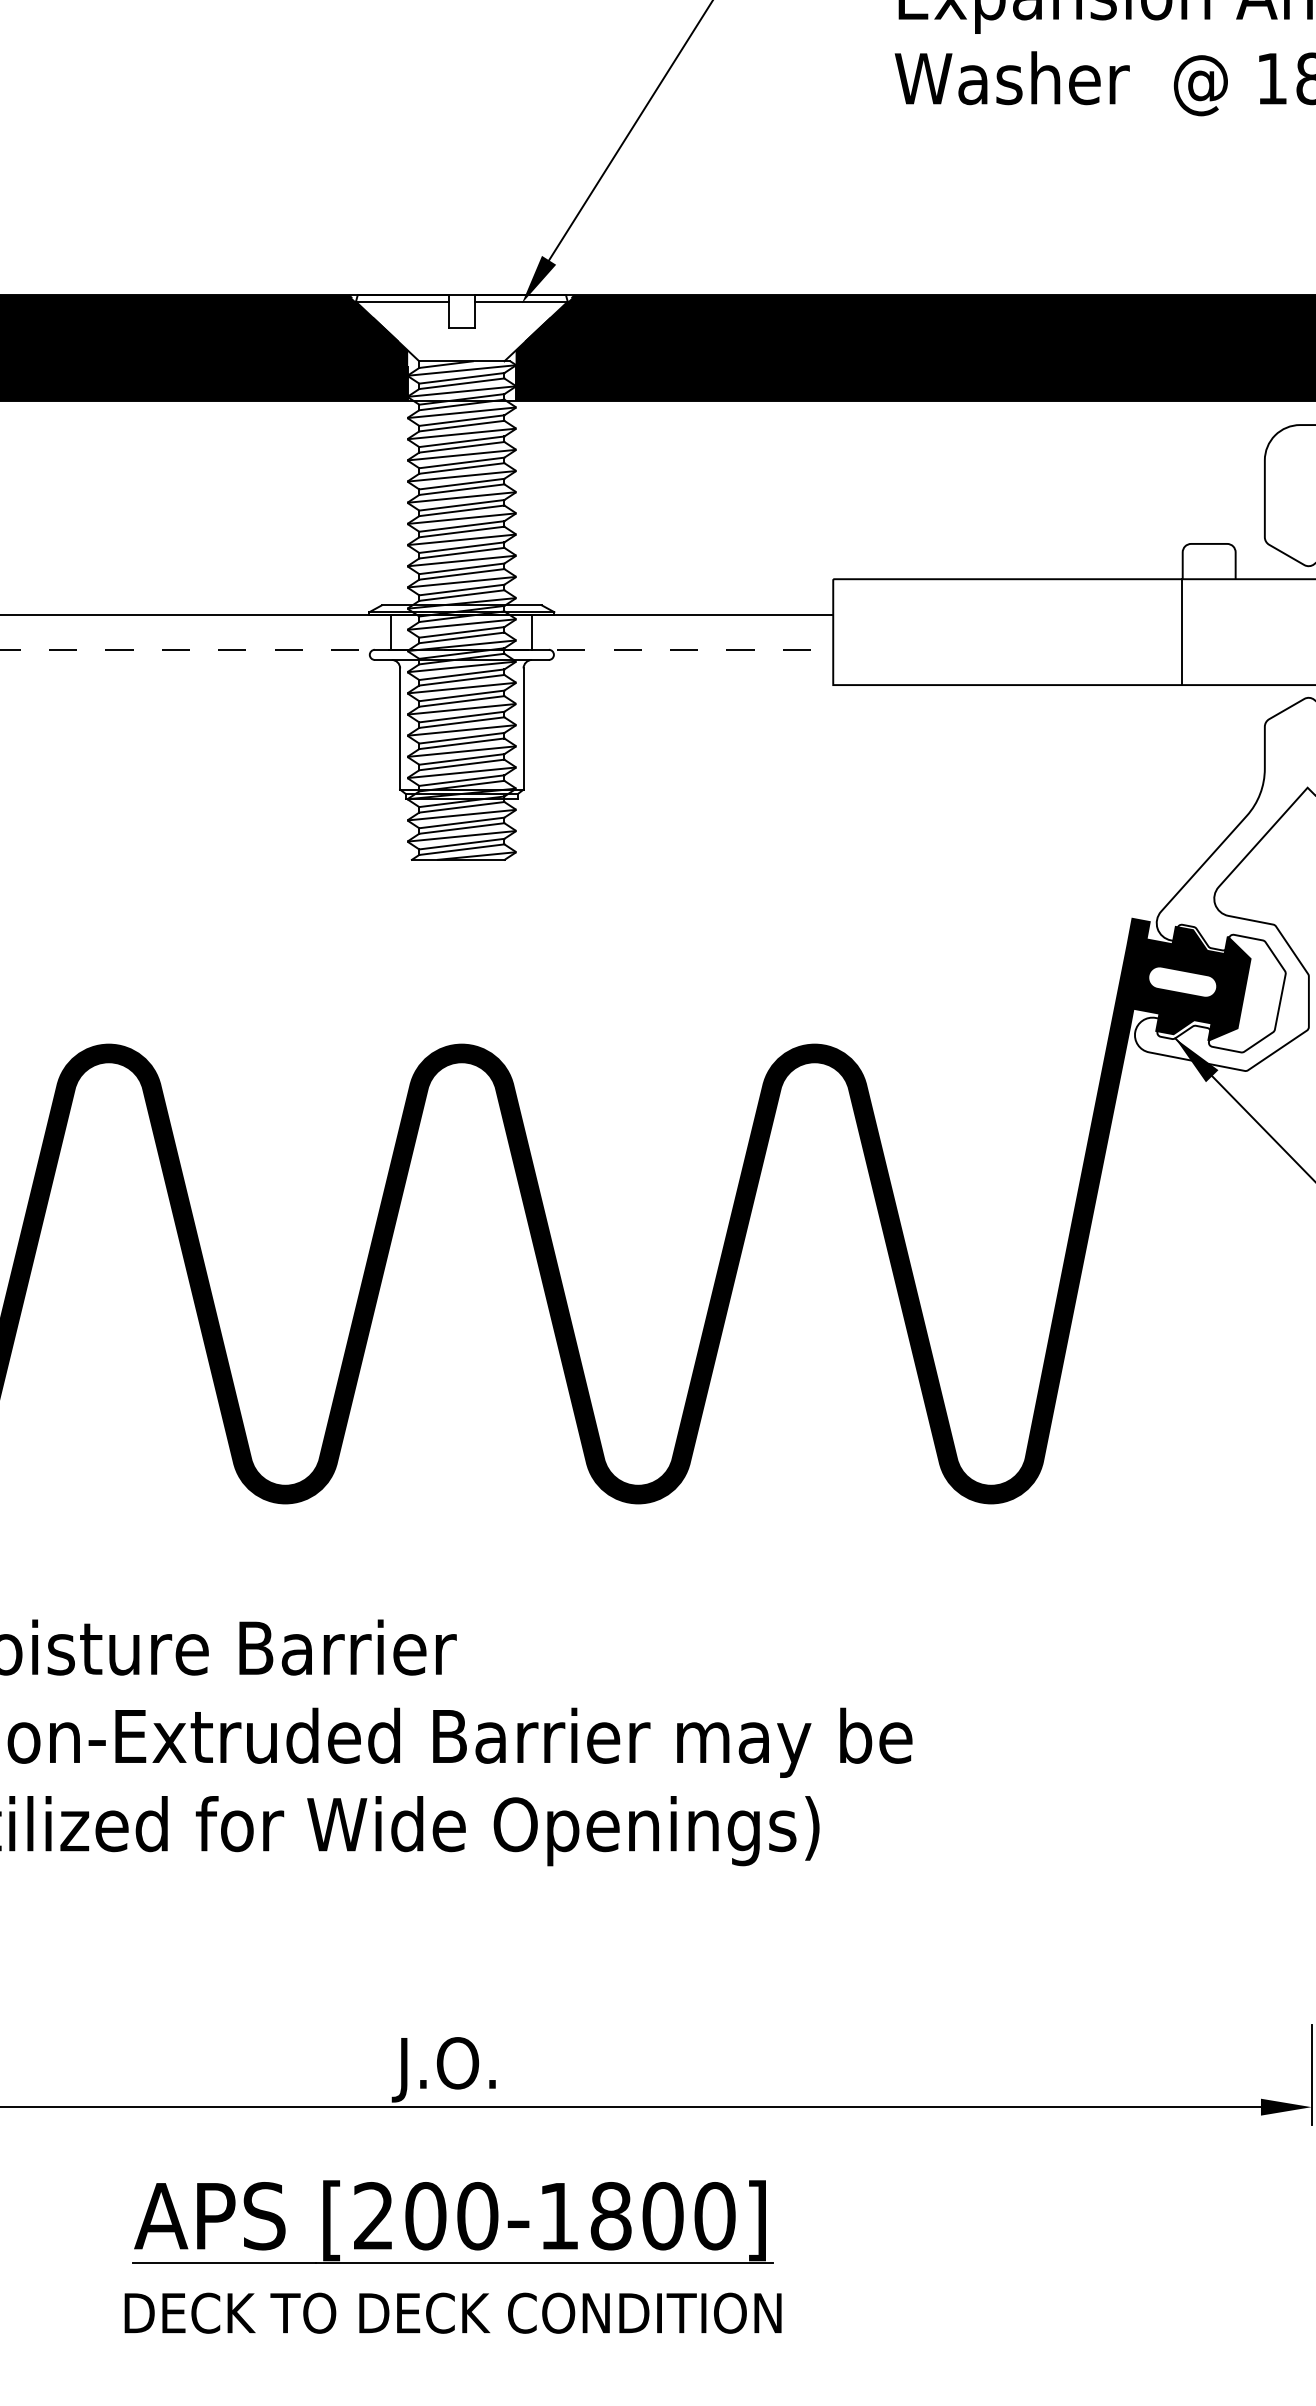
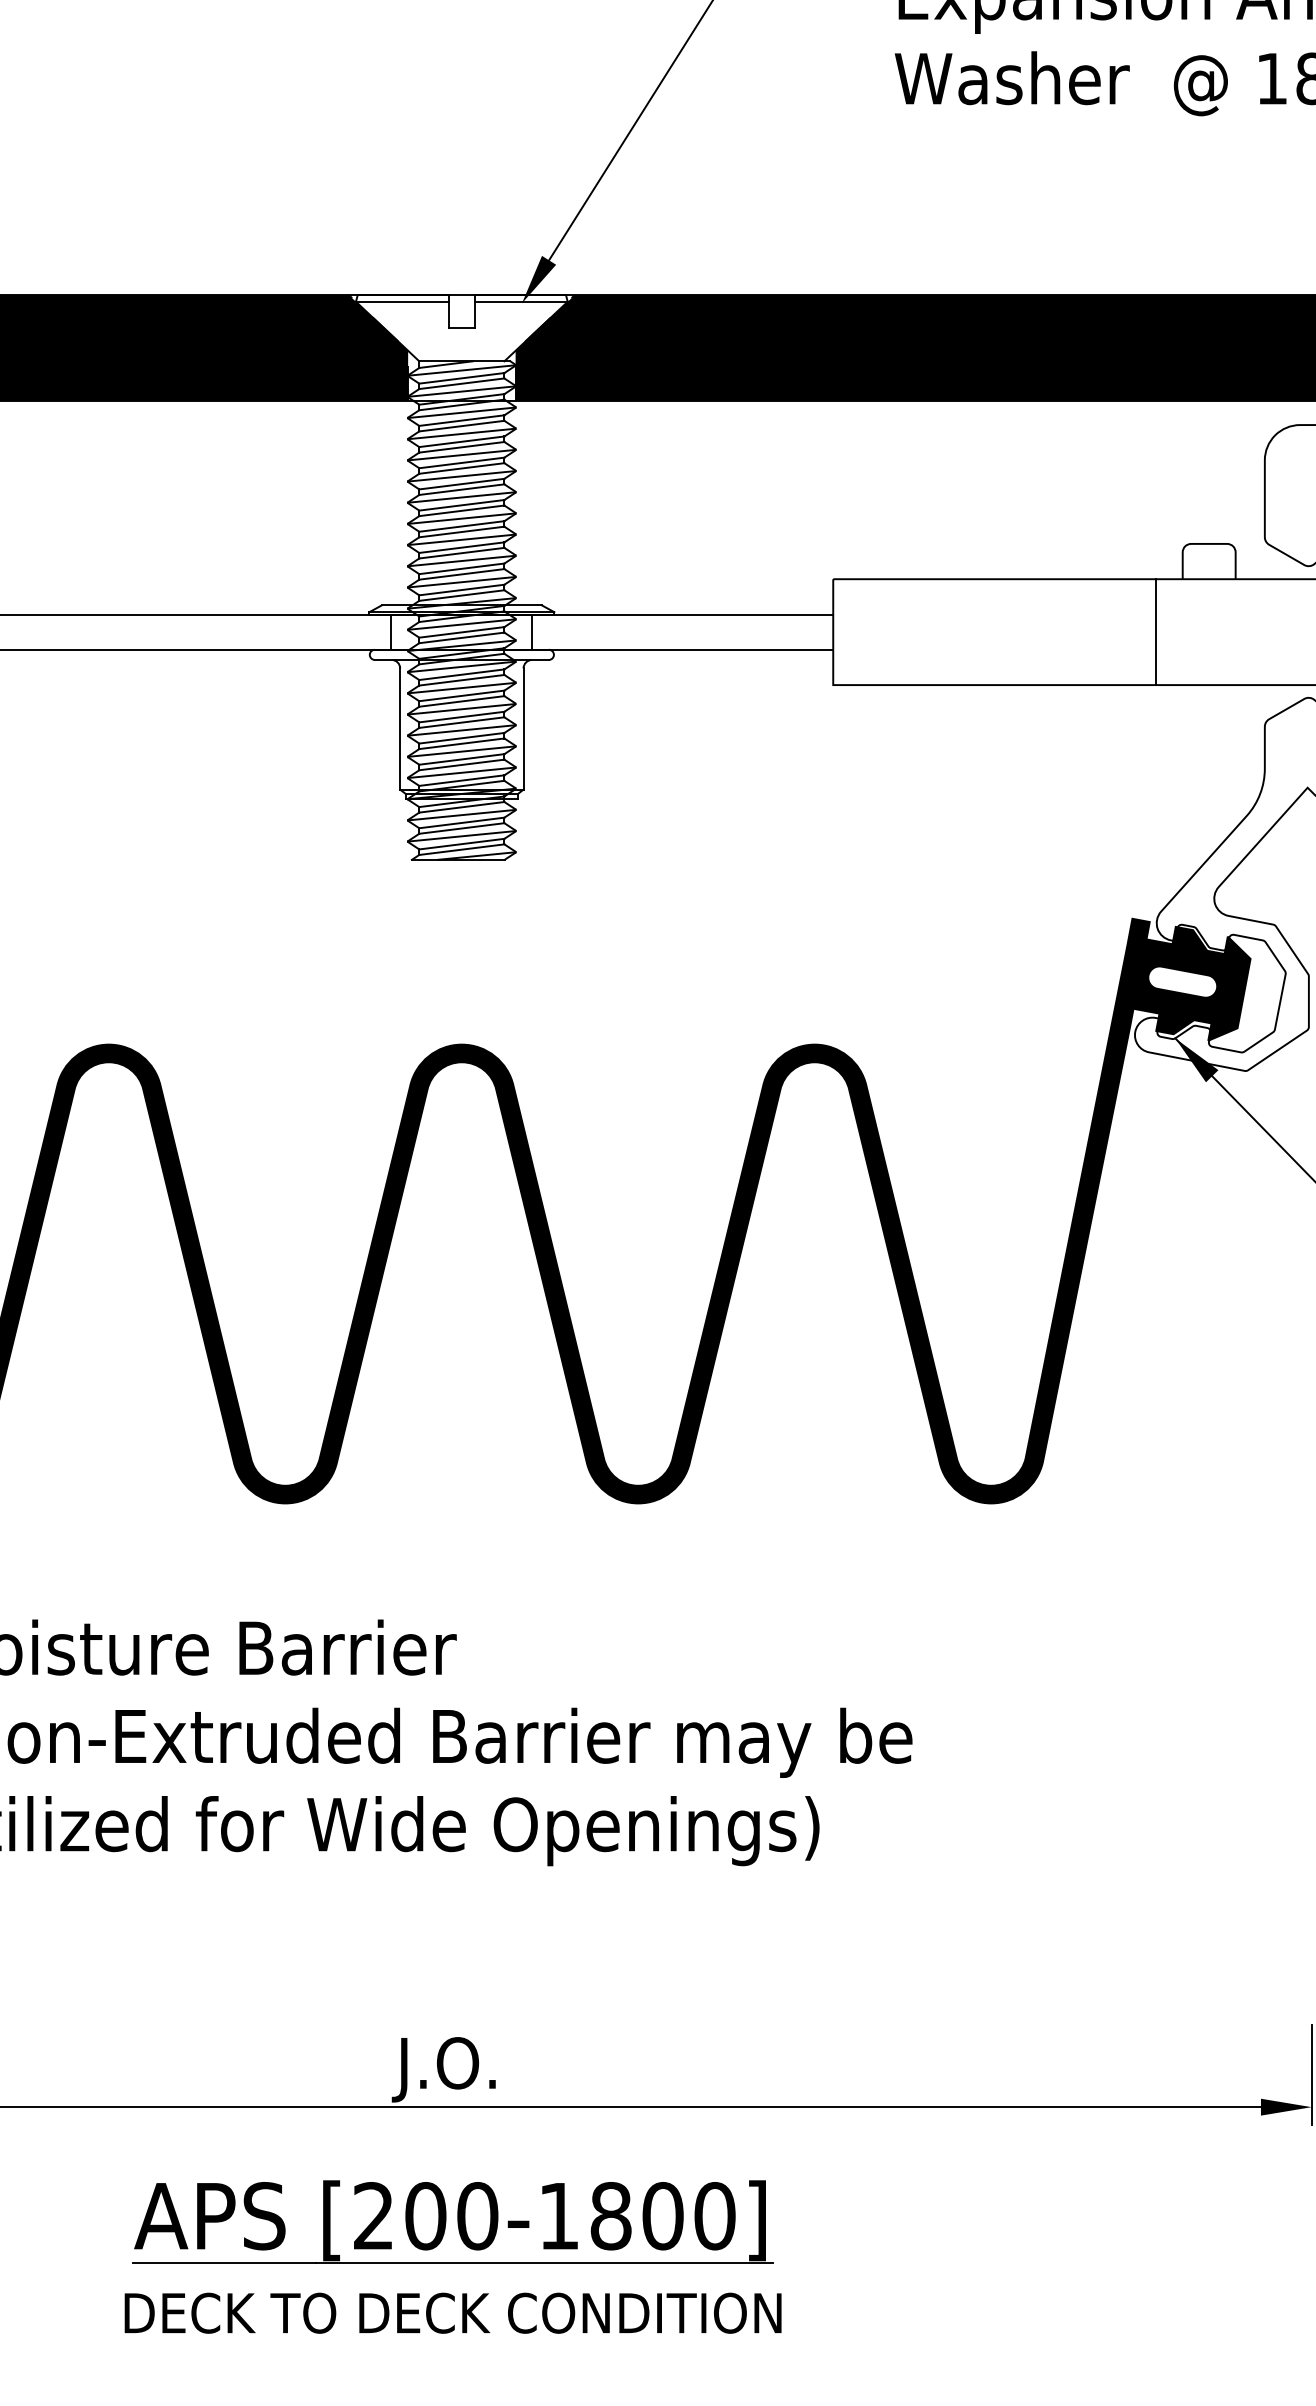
line at (1182, 632) position: (1182, 632) -> (1156, 632)
line at (417, 649): dashed -> solid
